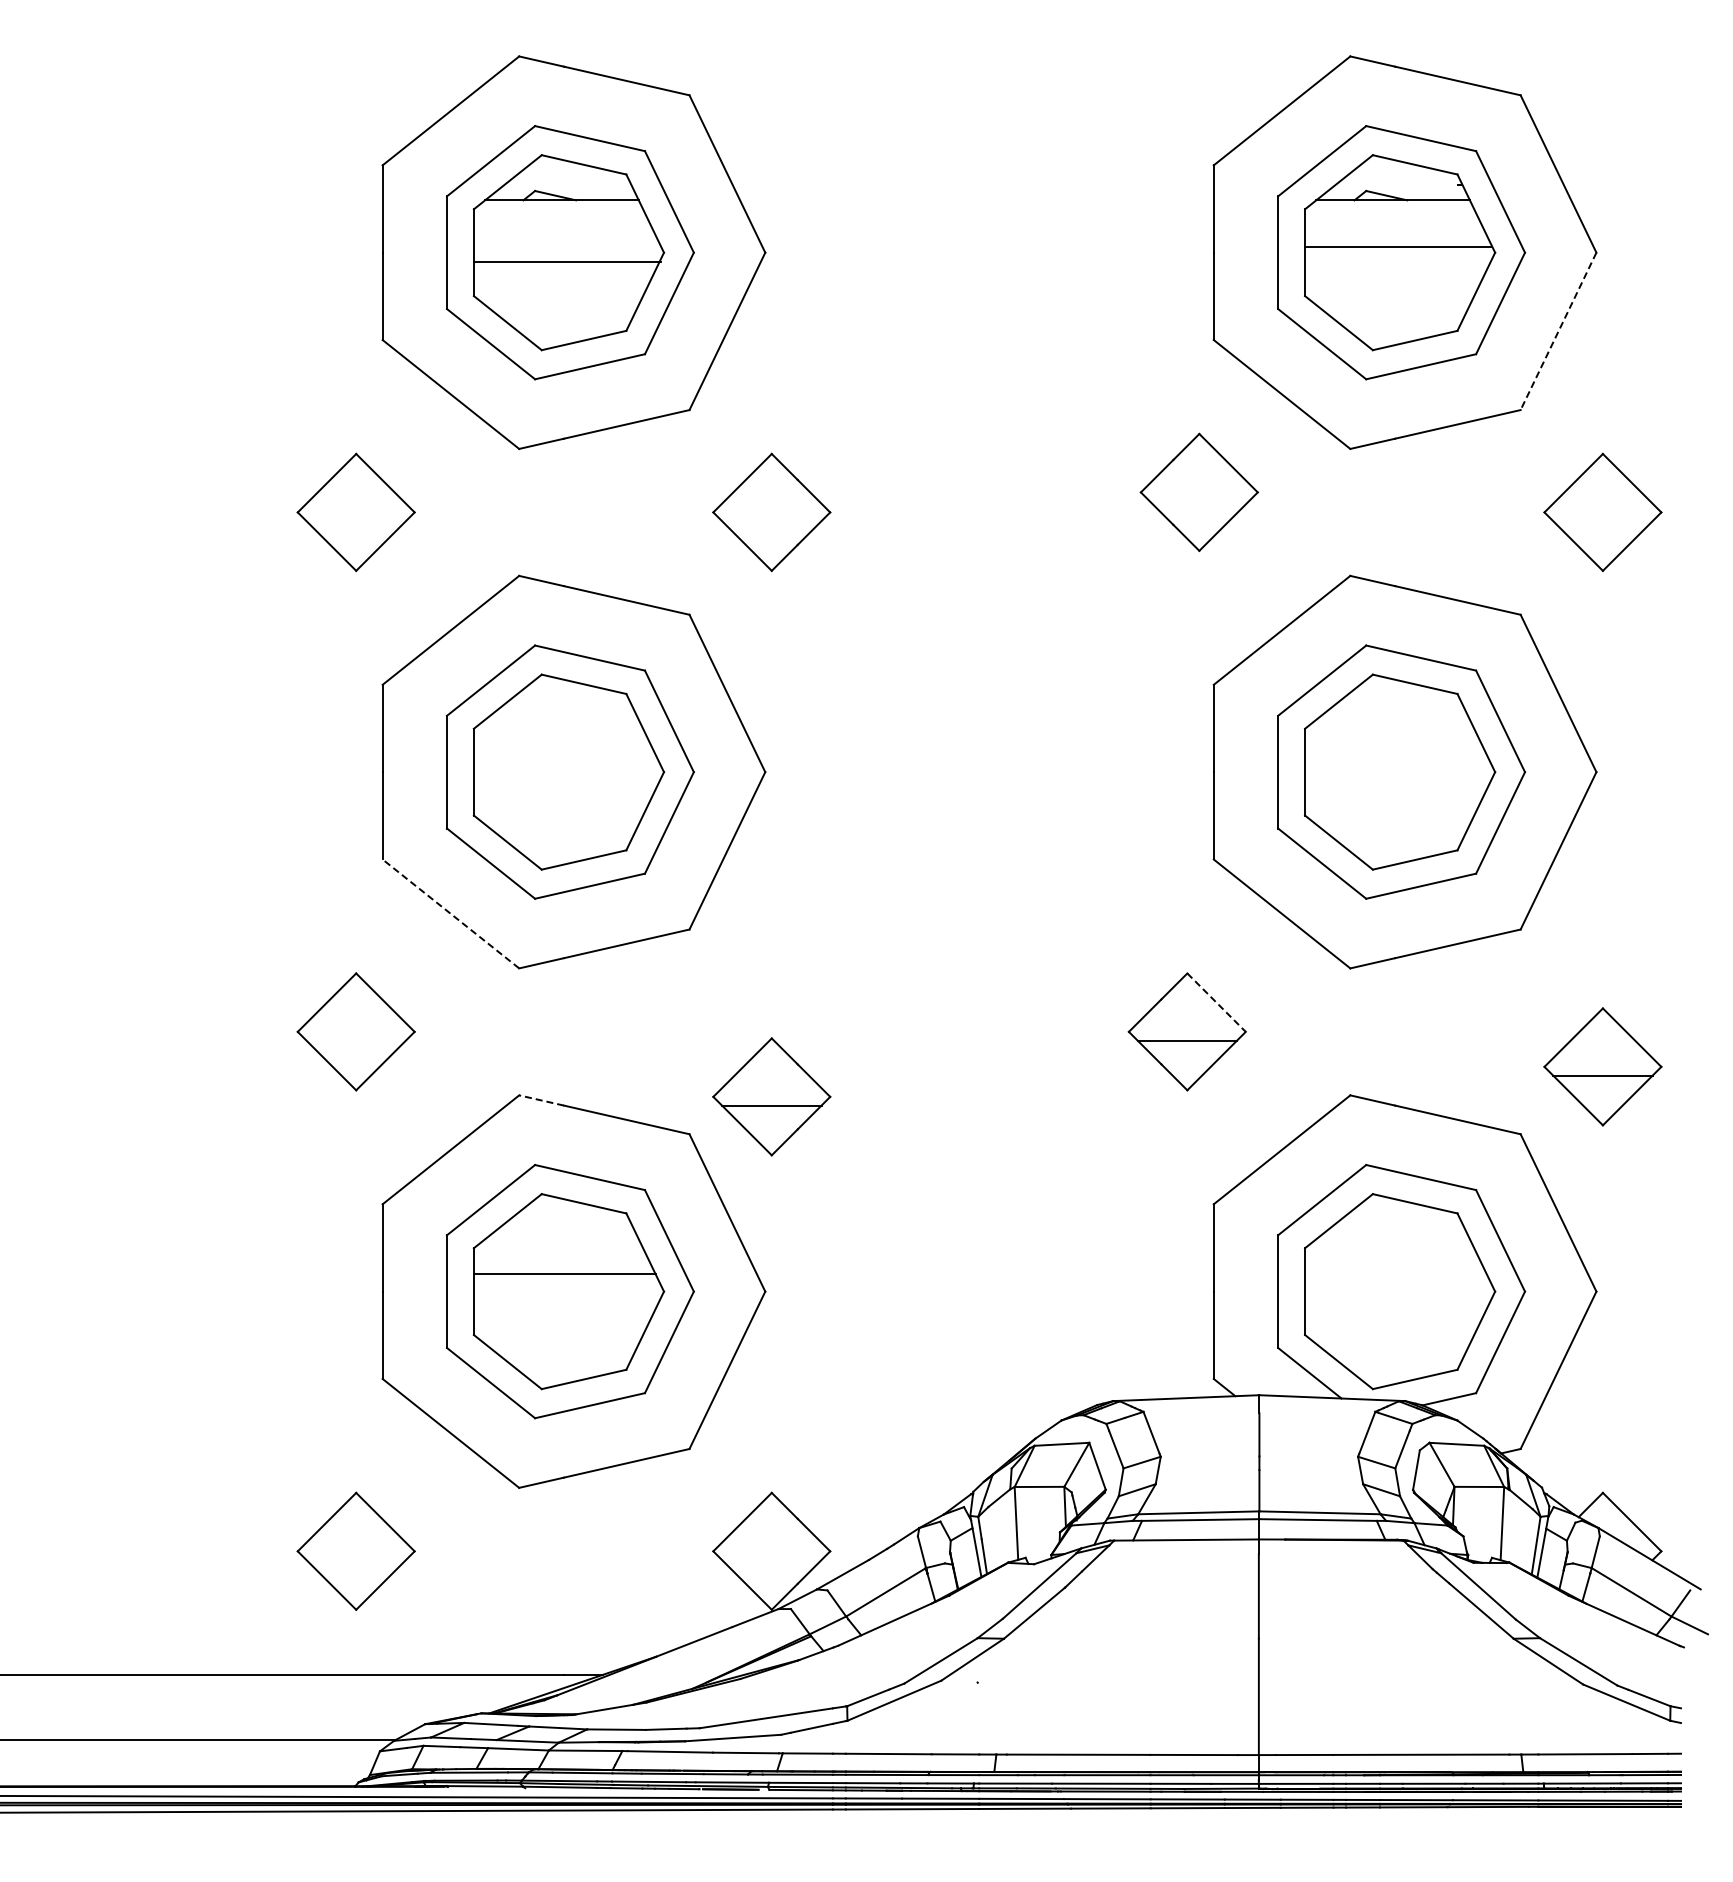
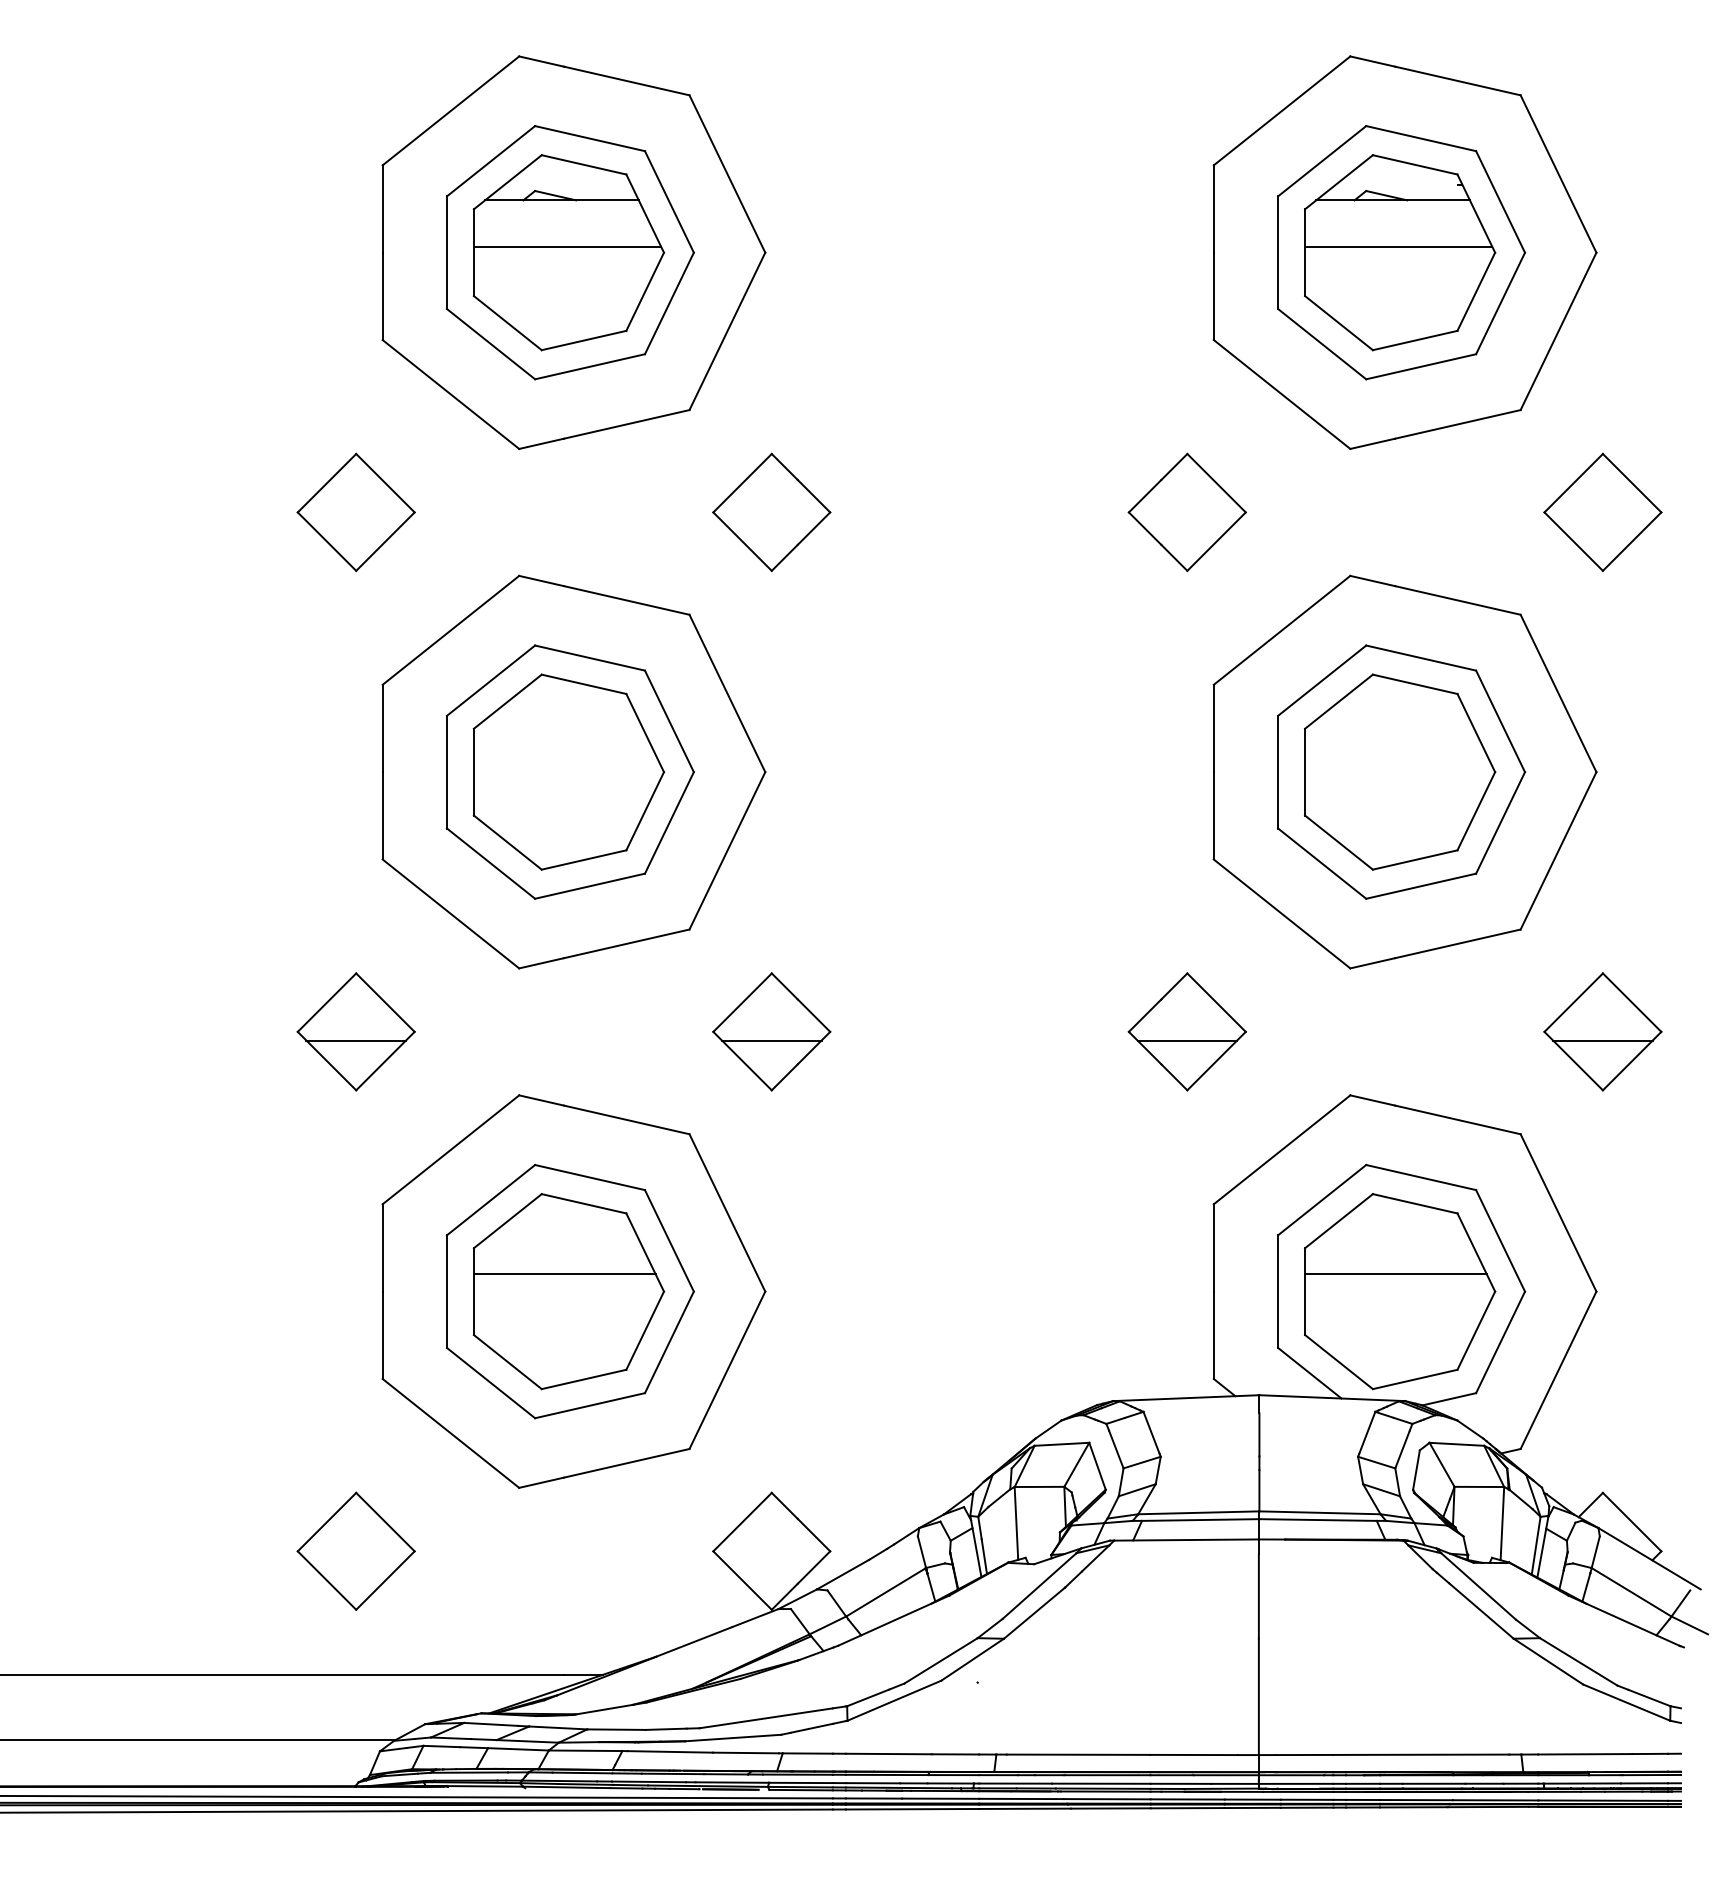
line at (567, 262) position: (567, 262) -> (567, 247)
line at (1558, 331): dashed -> solid
part at (1198, 491) position: (1198, 491) -> (1186, 511)
line at (450, 913): dashed -> solid
line at (1216, 1003): dashed -> solid
line at (355, 1040): none -> present
part at (1602, 1066) position: (1602, 1066) -> (1602, 1031)
part at (771, 1096) position: (771, 1096) -> (771, 1031)
line at (541, 1100): dashed -> solid
line at (1395, 1274): none -> present
